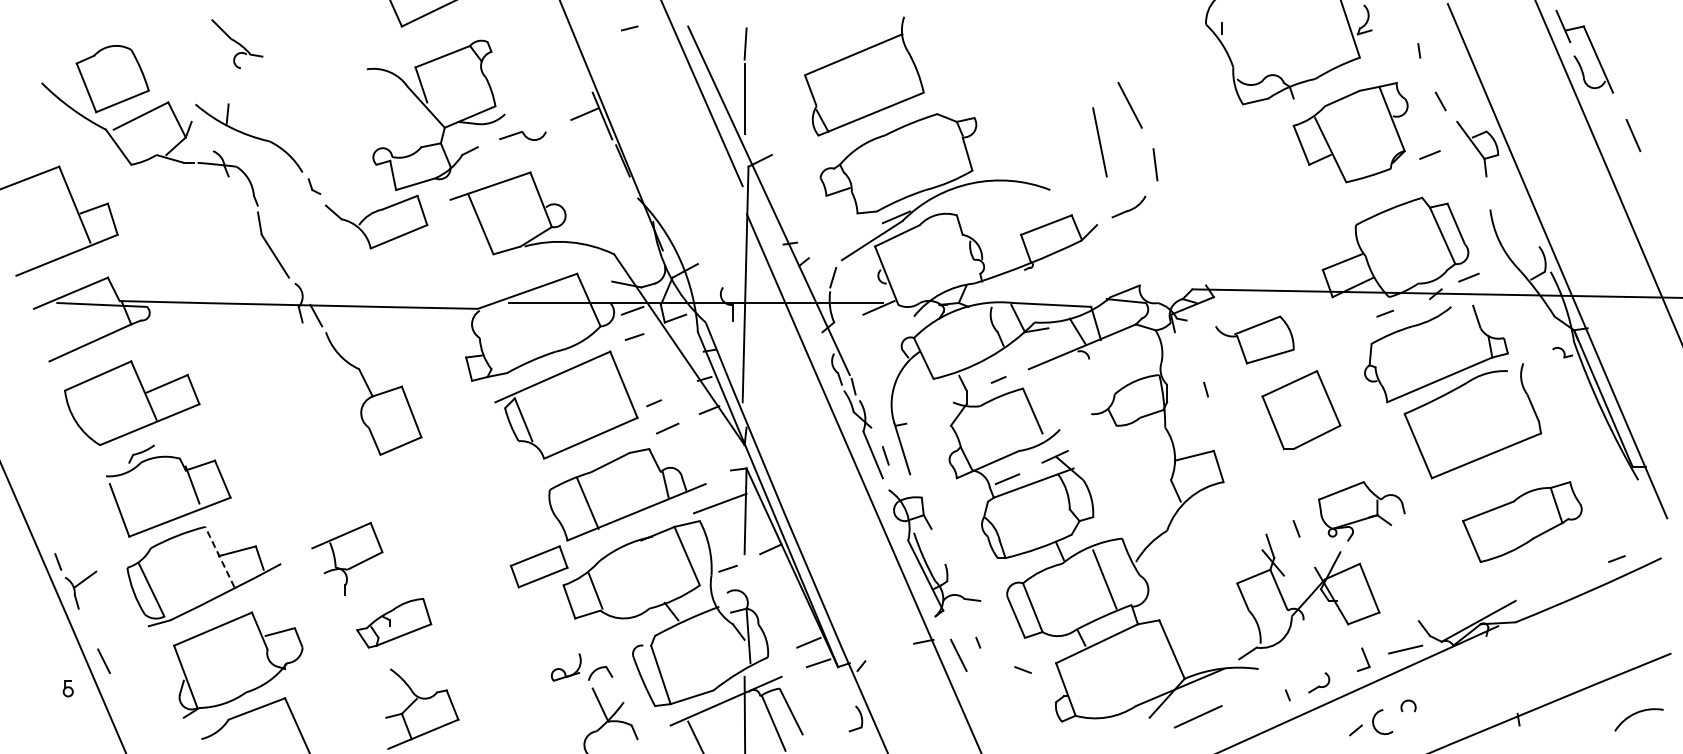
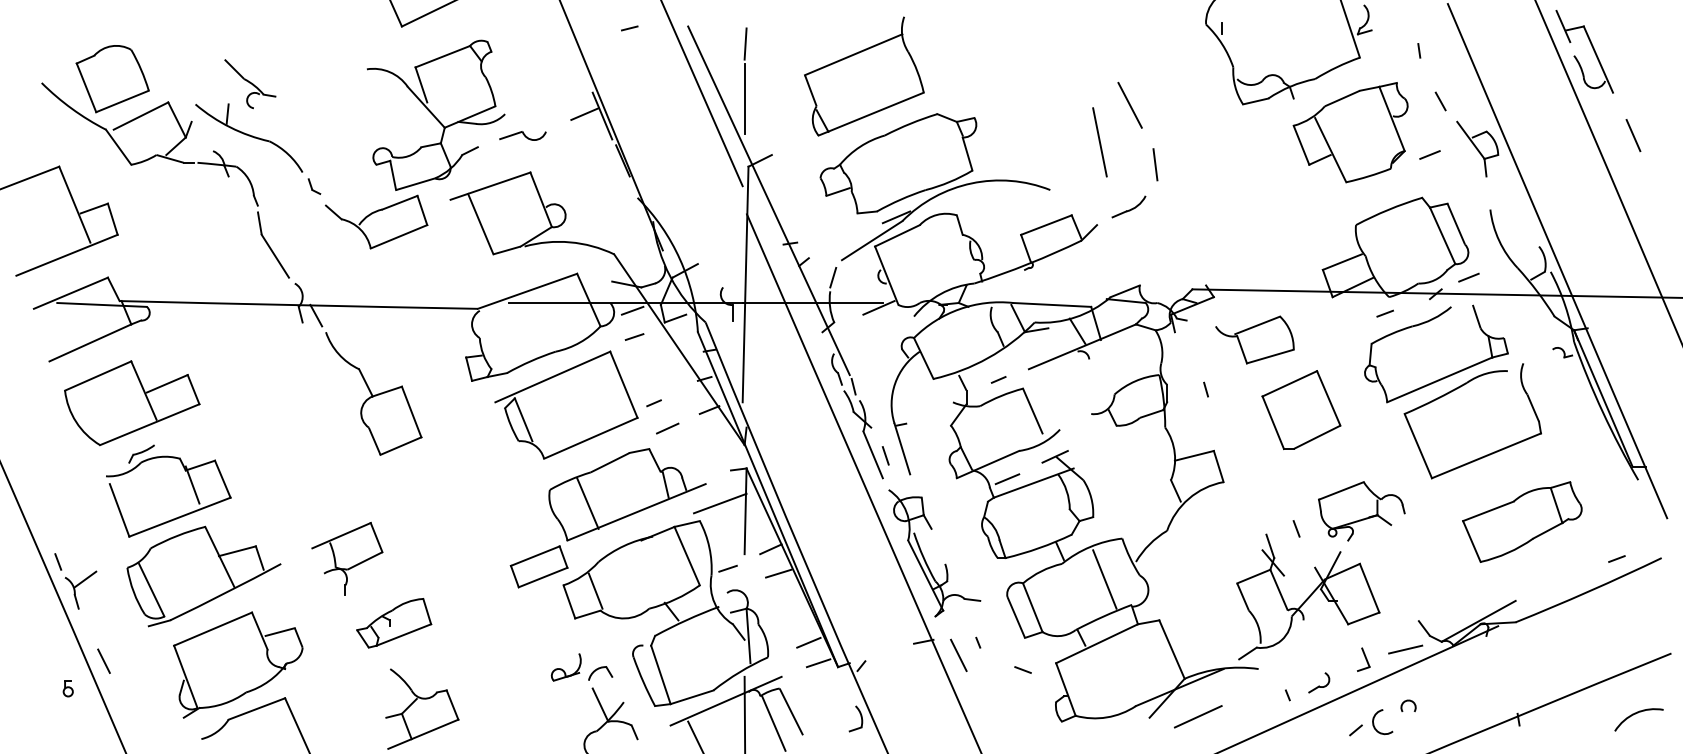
part at (237, 44) position: (237, 44) -> (250, 84)
line at (219, 557): dashed -> solid
line at (778, 573): none -> present
